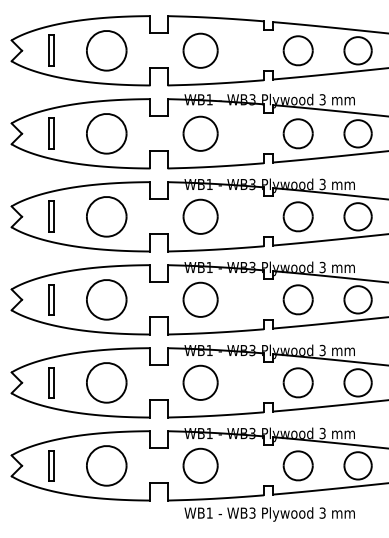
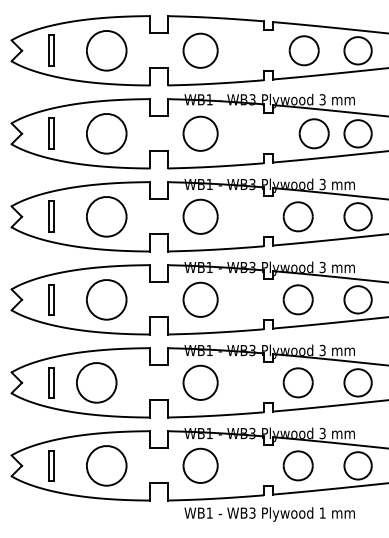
part at (297, 50) position: (297, 50) -> (303, 50)
part at (297, 133) position: (297, 133) -> (313, 133)
part at (106, 382) position: (106, 382) -> (96, 382)
text at (322, 512): 3 -> 1
